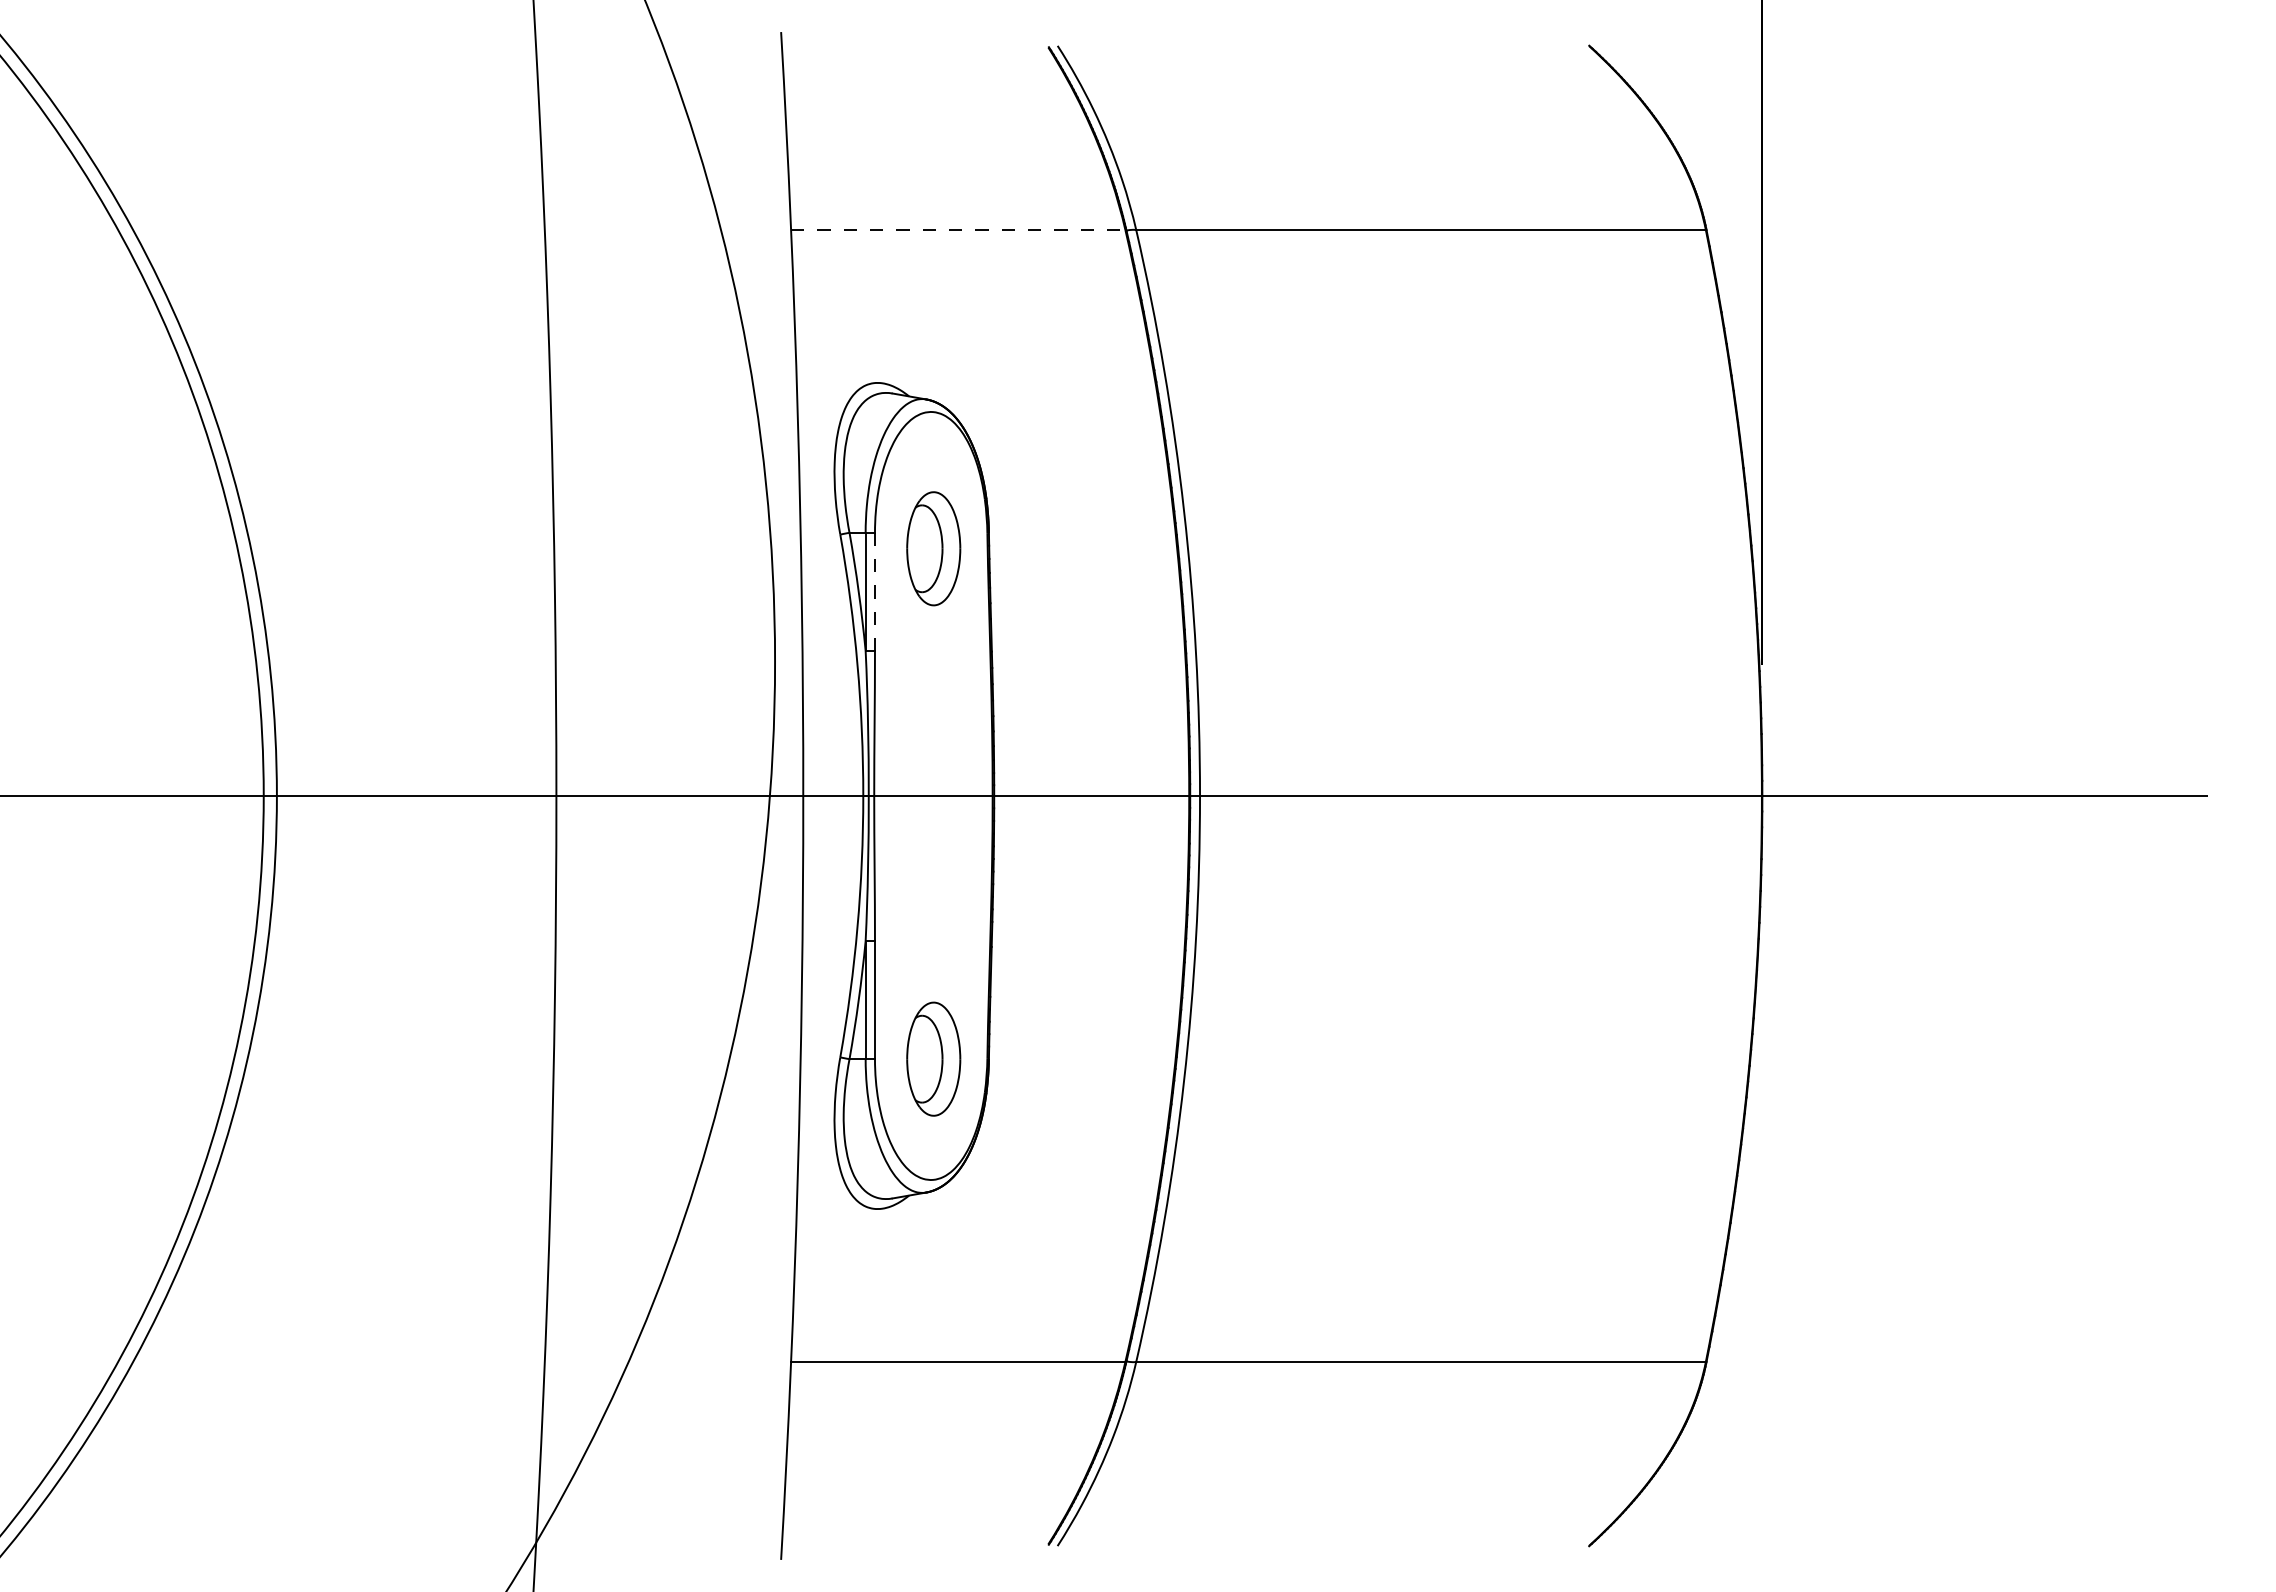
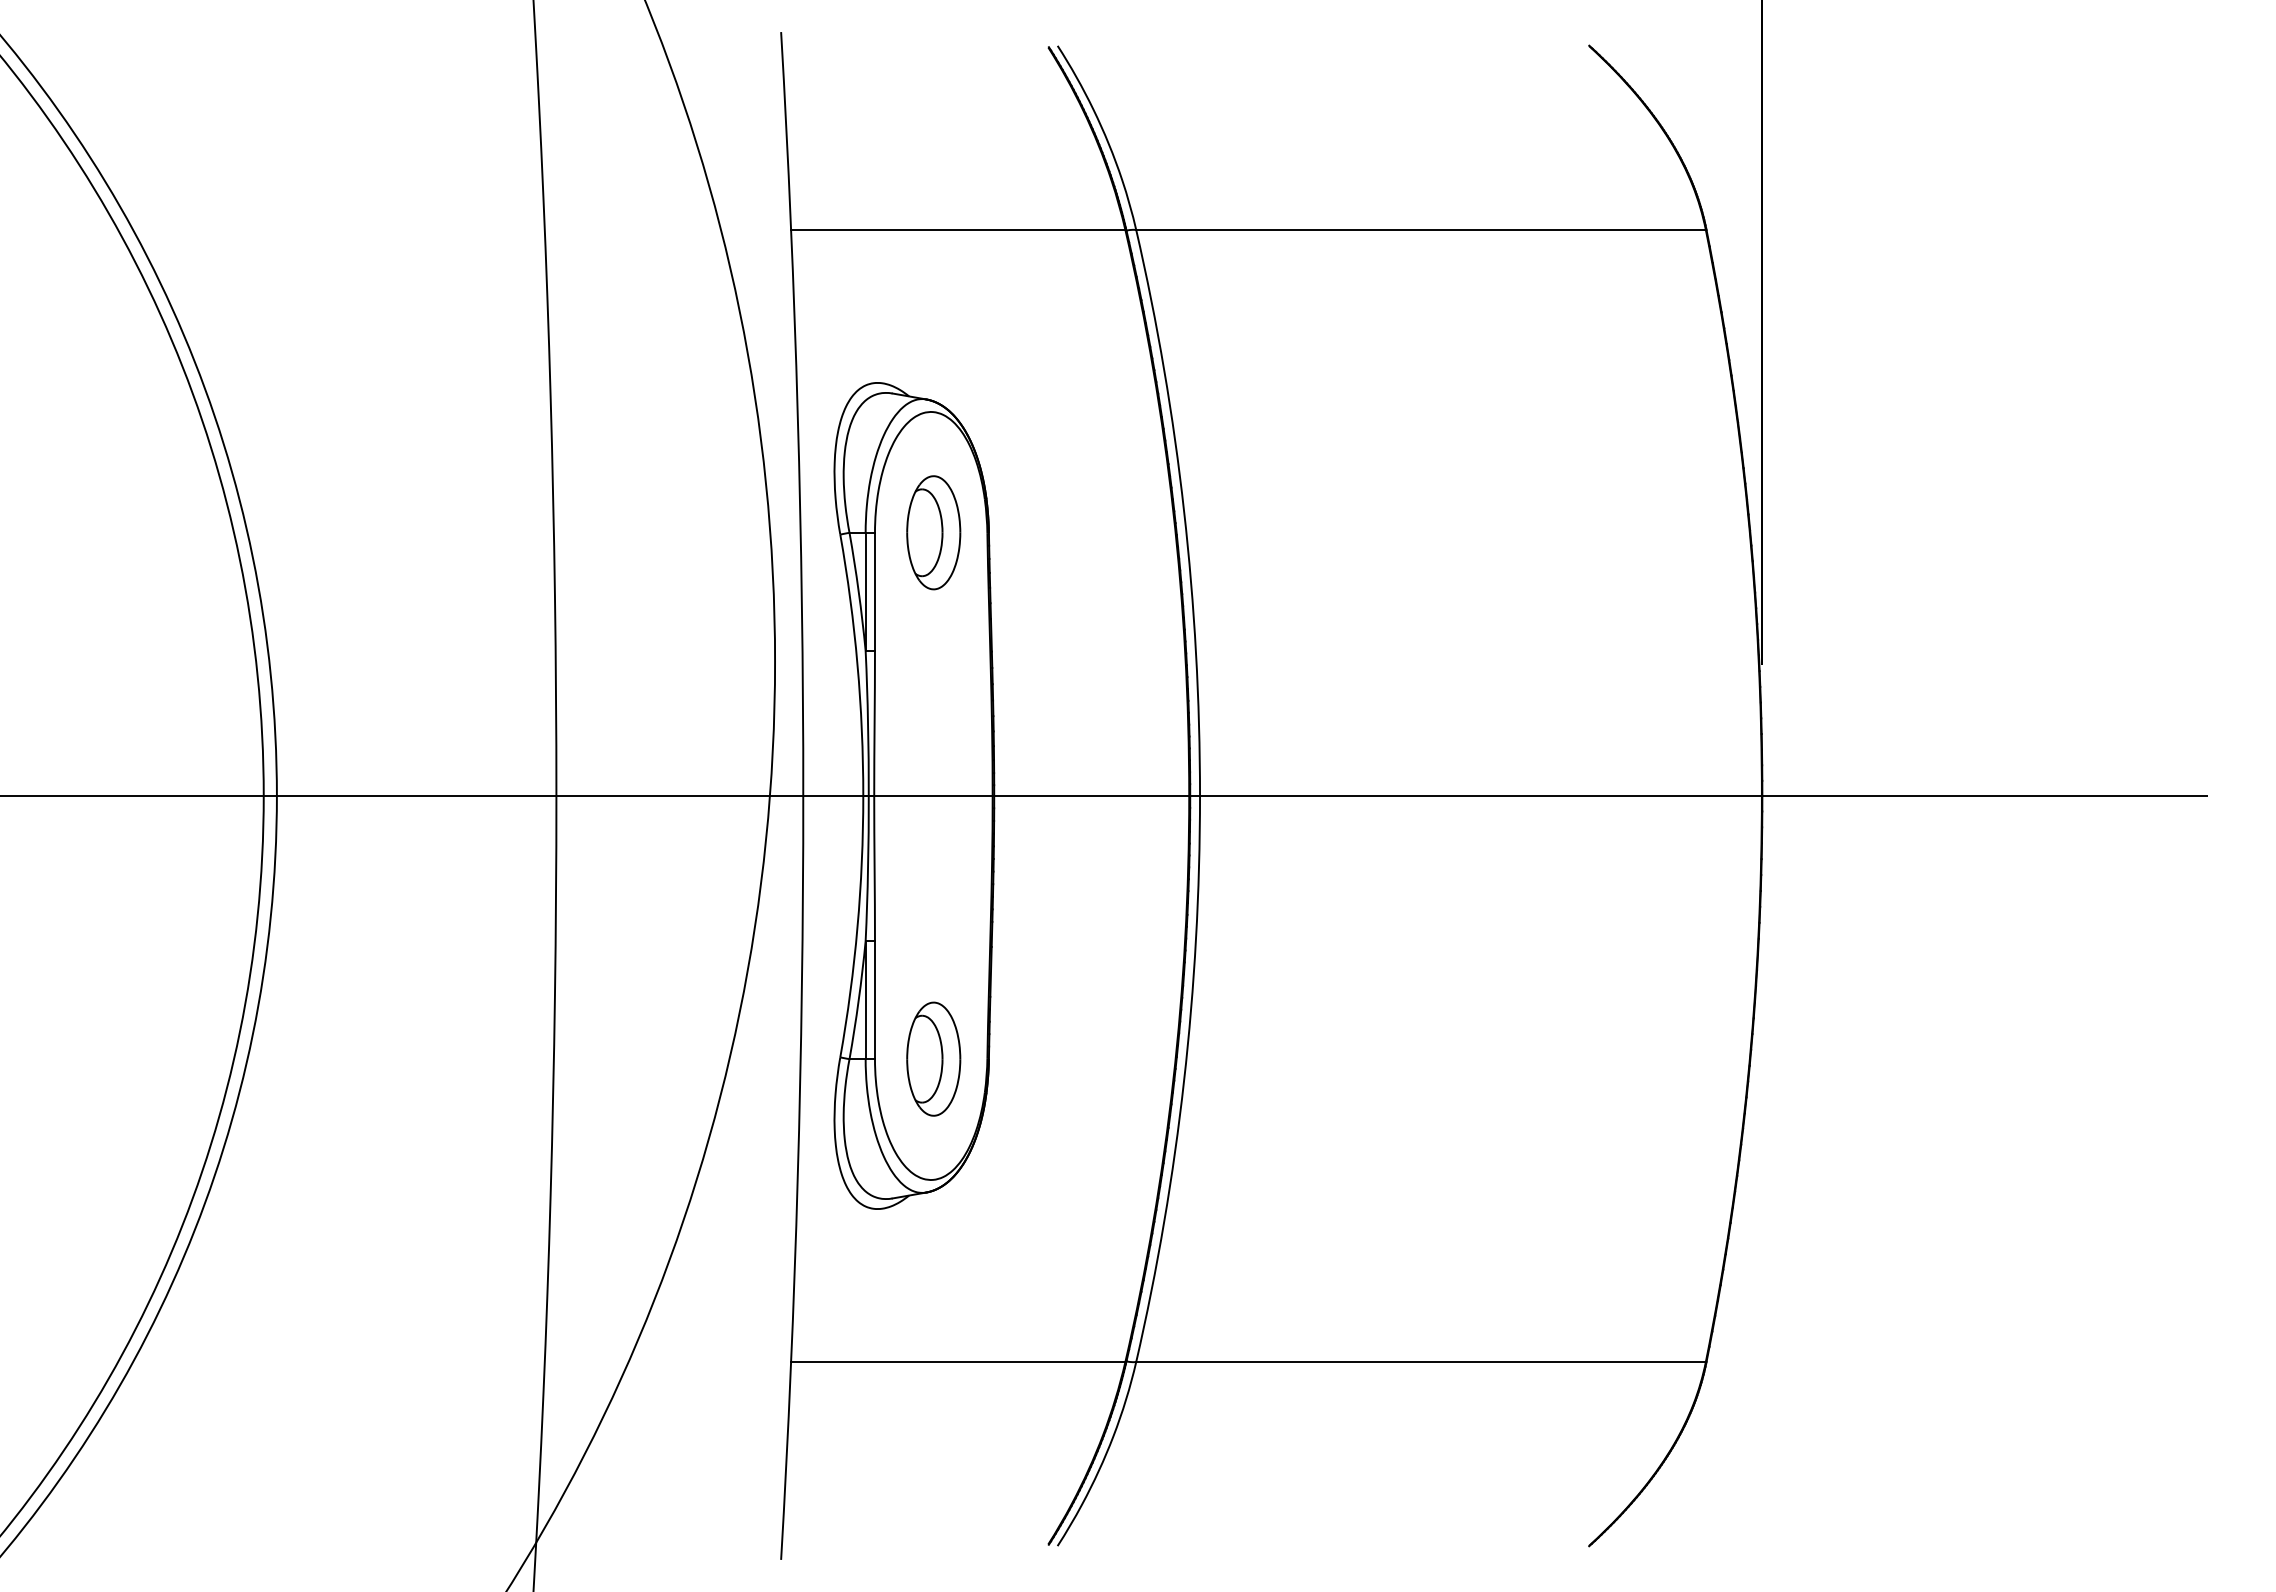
line at (958, 230): dashed -> solid
part at (933, 548) position: (933, 548) -> (933, 532)
line at (874, 592): dashed -> solid
